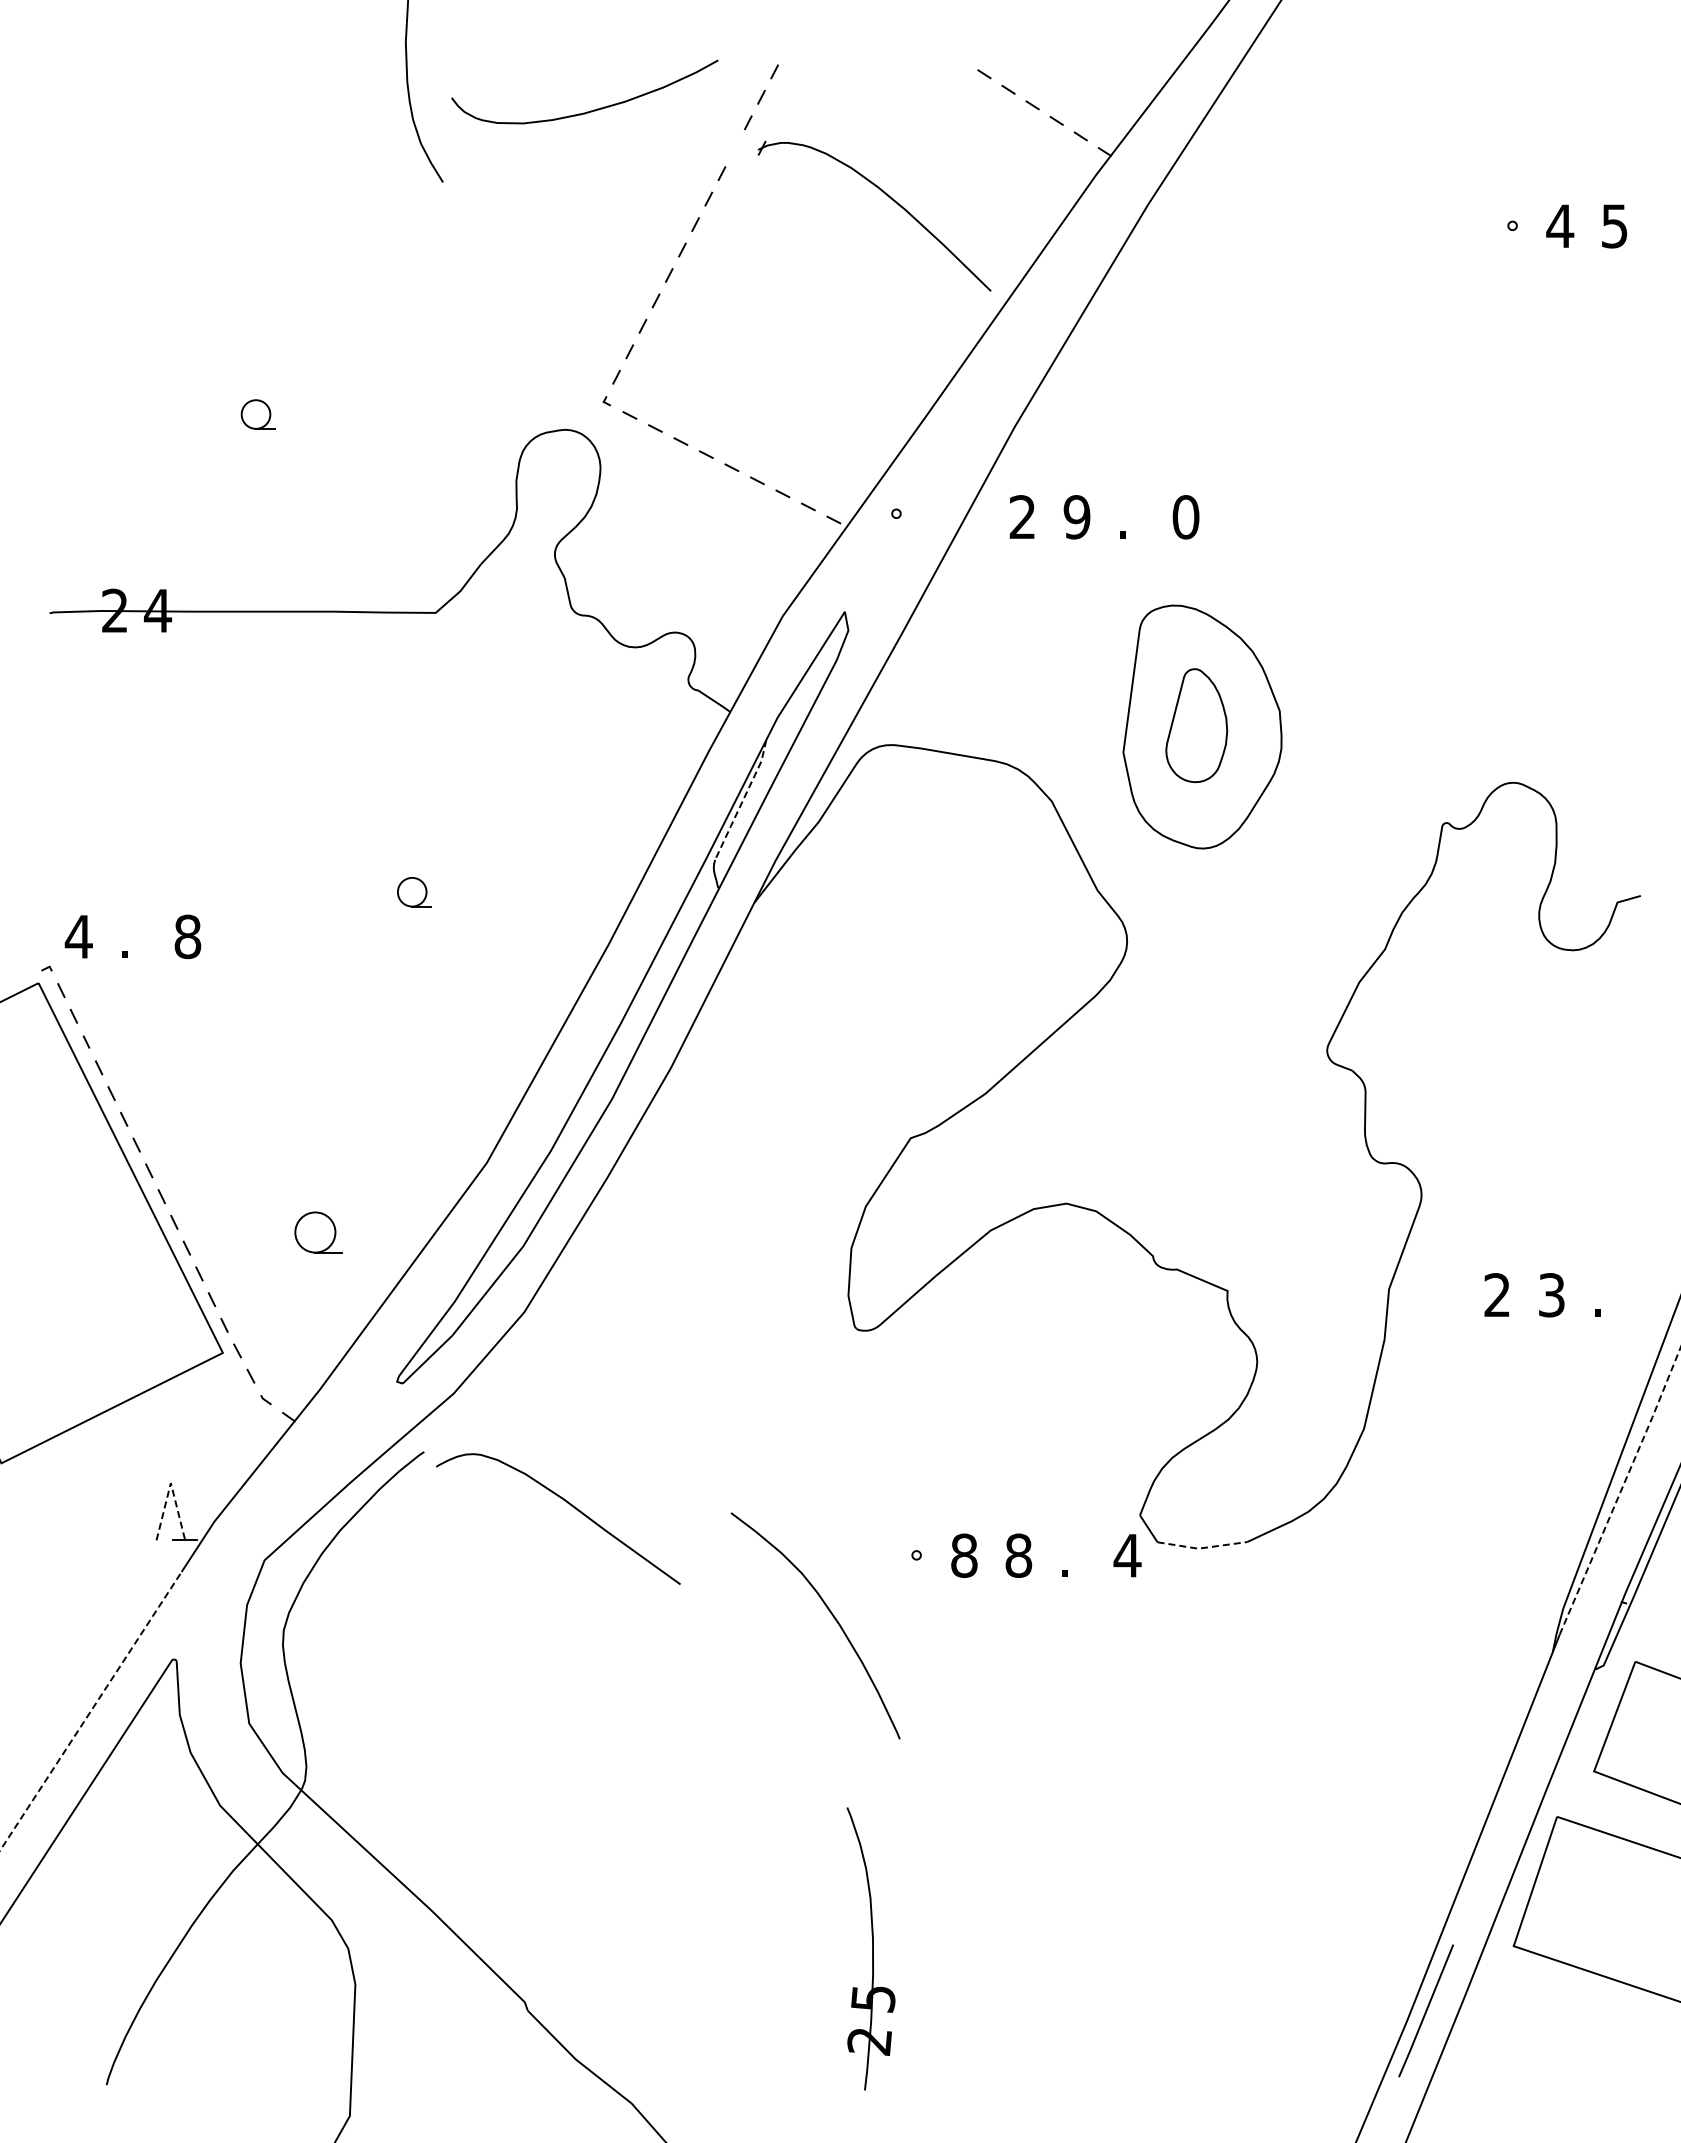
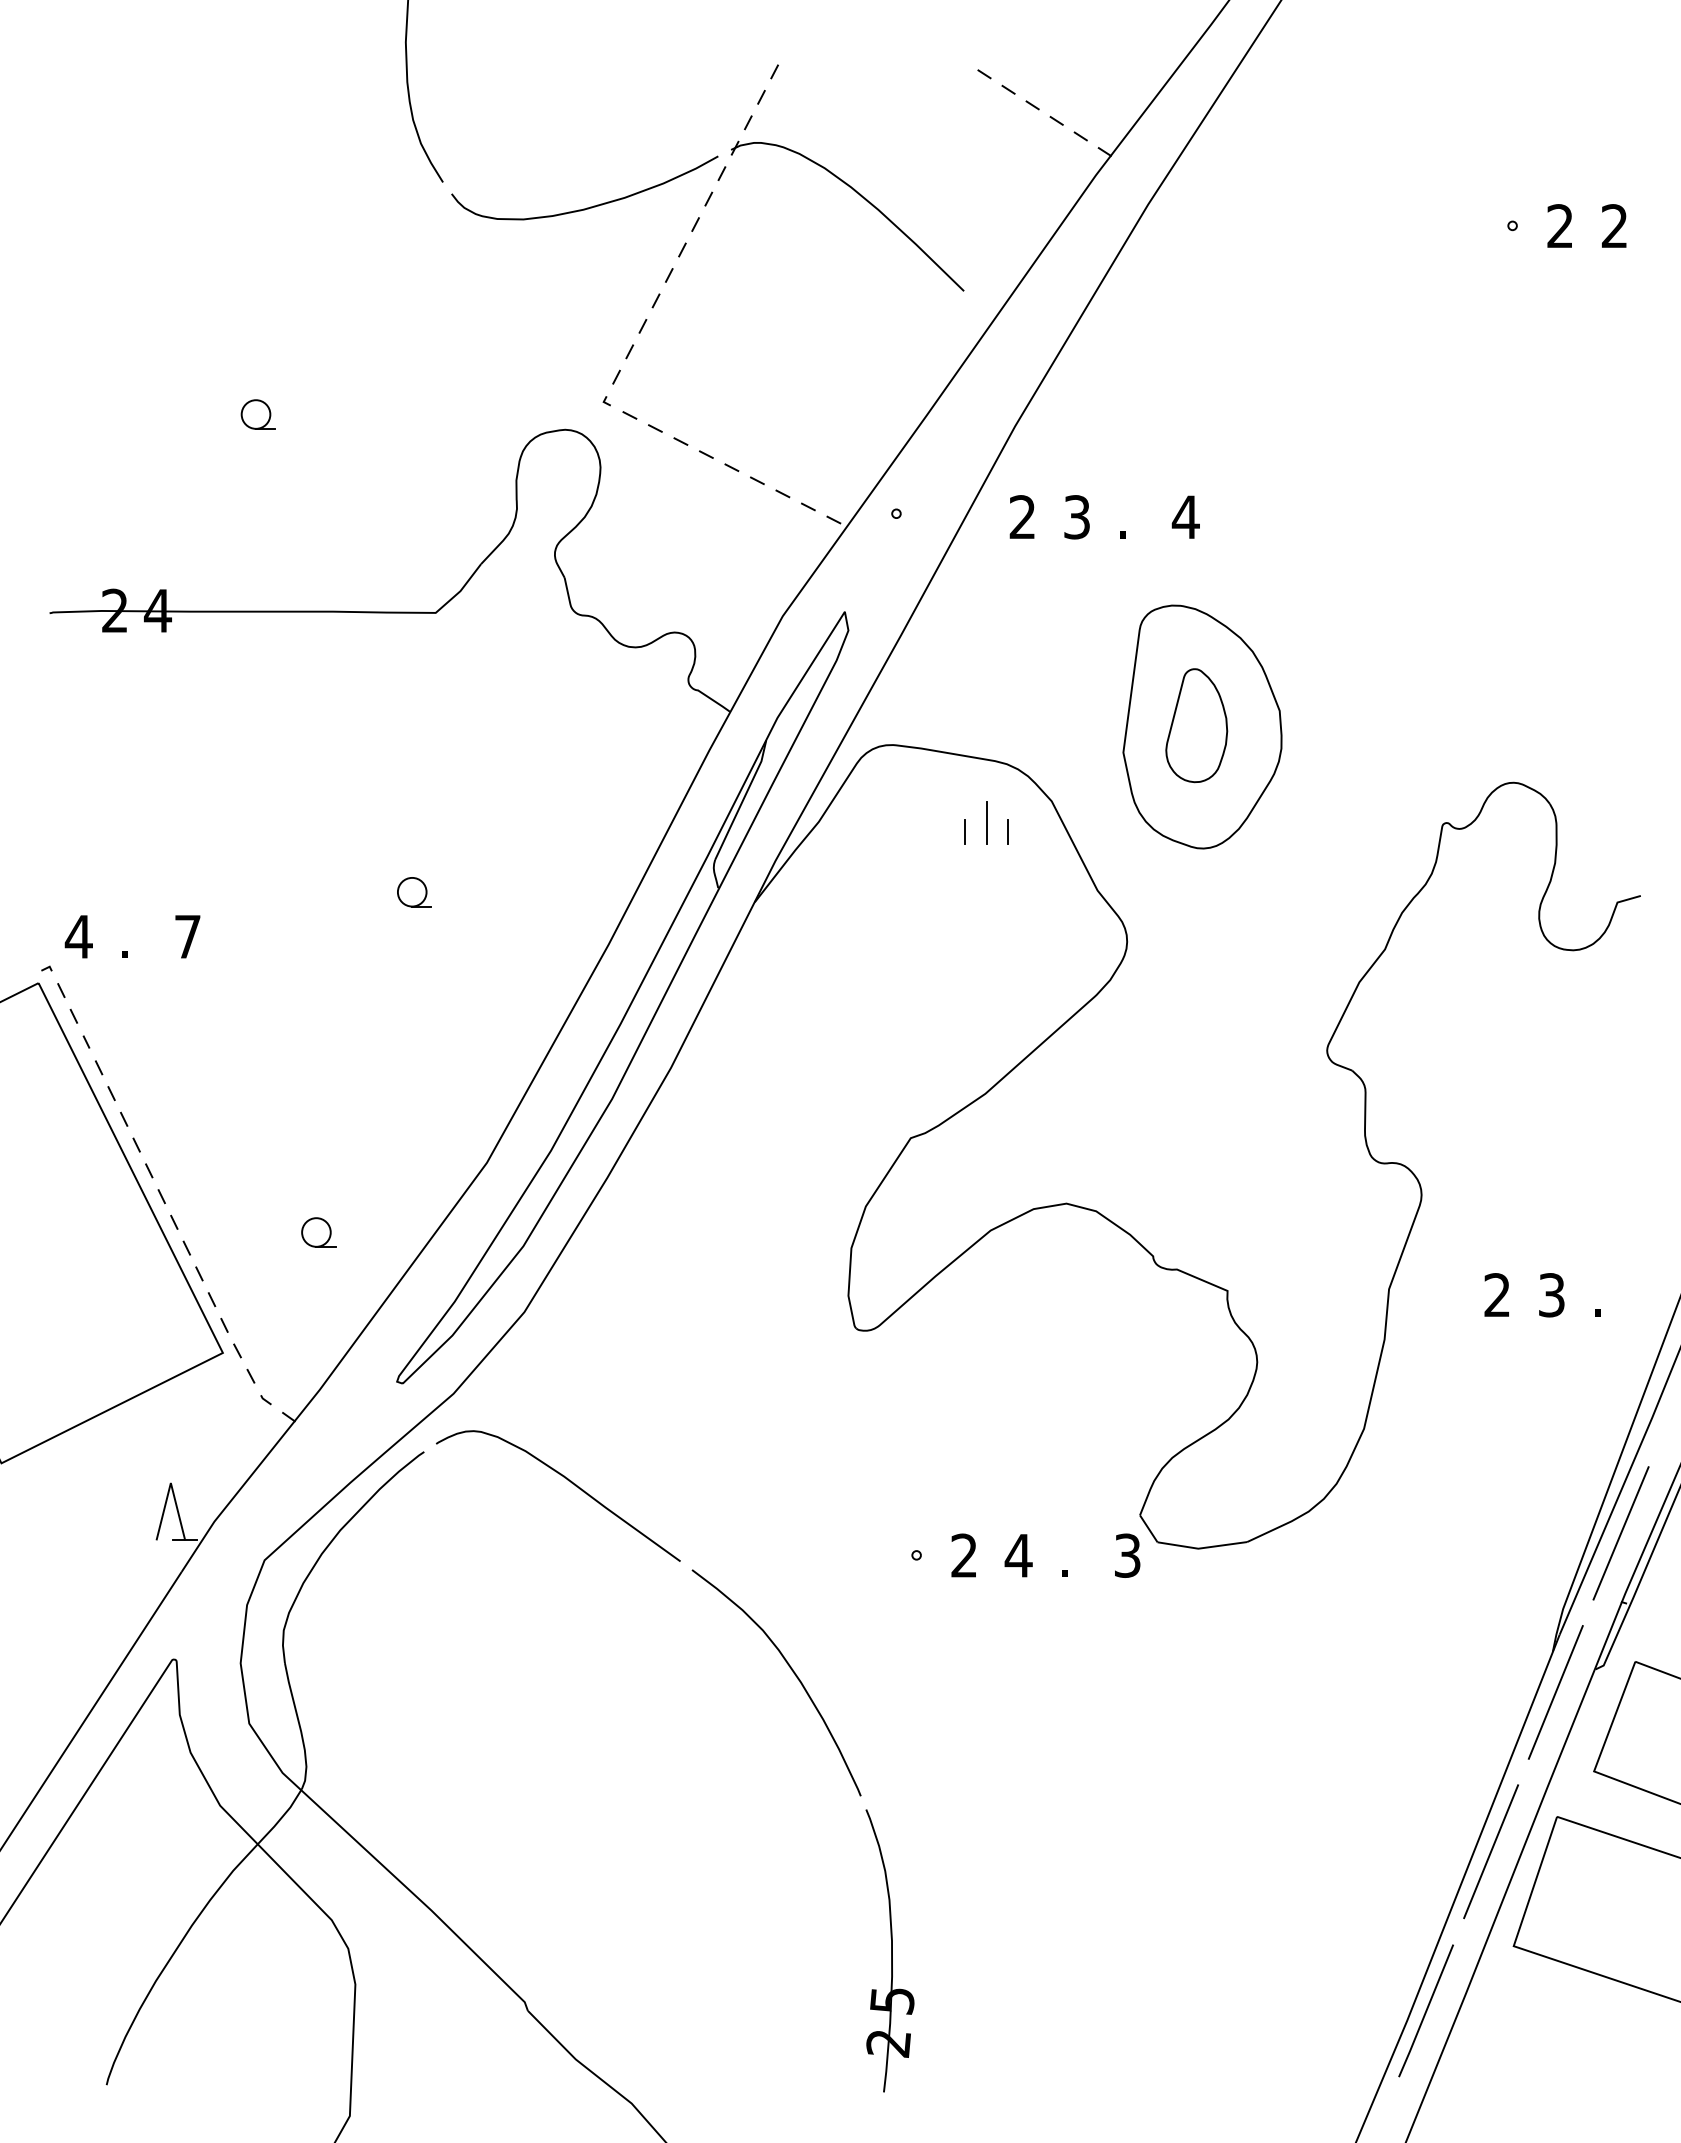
curve at (590, 110) position: (590, 110) -> (590, 206)
part at (888, 197) position: (888, 197) -> (861, 197)
text at (1560, 225): 4 -> 2
text at (1614, 226): 5 -> 2
text at (1076, 517): 9 -> 3
text at (1185, 517): 0 -> 4
line at (742, 801): dashed -> solid
line at (986, 822): none -> present
line at (965, 832): none -> present
line at (1008, 832): none -> present
text at (187, 936): 8 -> 7
part at (318, 1232) size: 49x43 px -> 36x31 px
line at (170, 1483): dashed -> solid
line at (1621, 1490): dashed -> solid
curve at (567, 1503) position: (567, 1503) -> (567, 1480)
line at (1620, 1533): none -> present
line at (1202, 1548): dashed -> solid
text at (964, 1555): 8 -> 2
text at (1018, 1555): 8 -> 4
text at (1127, 1555): 4 -> 3
curve at (829, 1612) position: (829, 1612) -> (790, 1669)
line at (1555, 1692): none -> present
line at (91, 1710): dashed -> solid
line at (1491, 1851): none -> present
part at (870, 1948) position: (870, 1948) -> (889, 1950)
